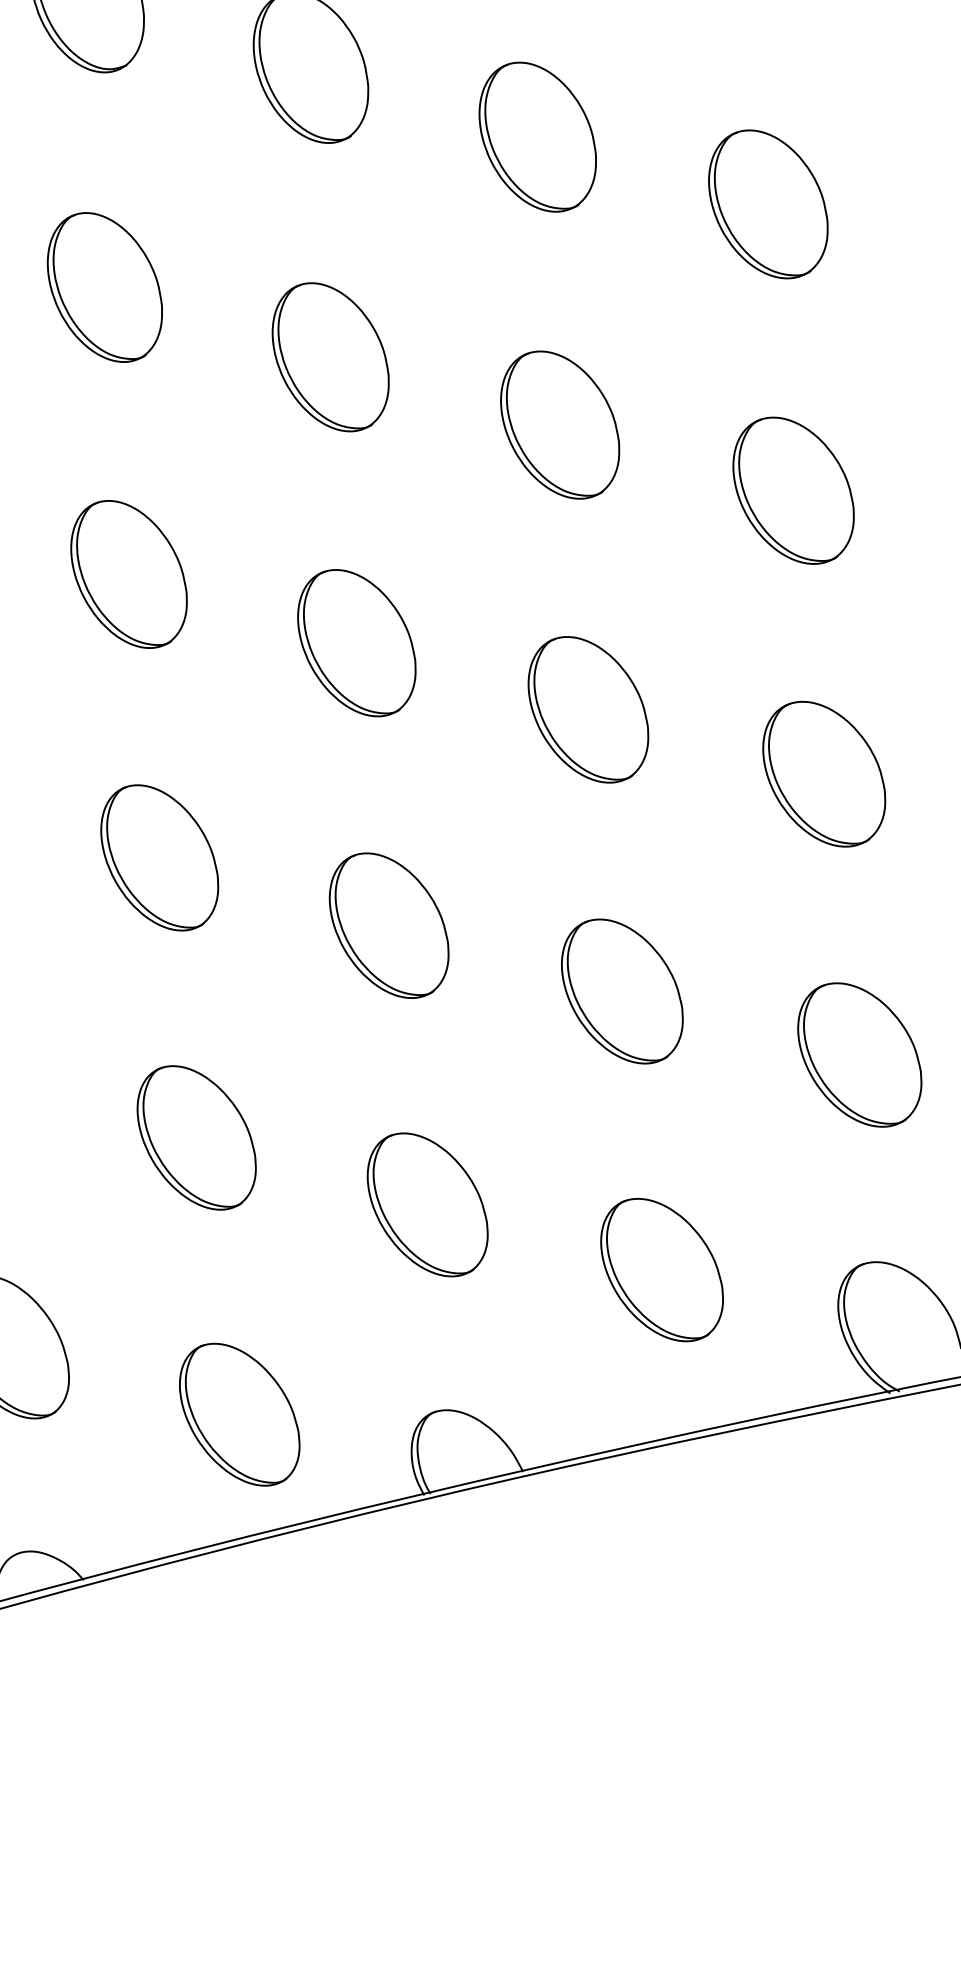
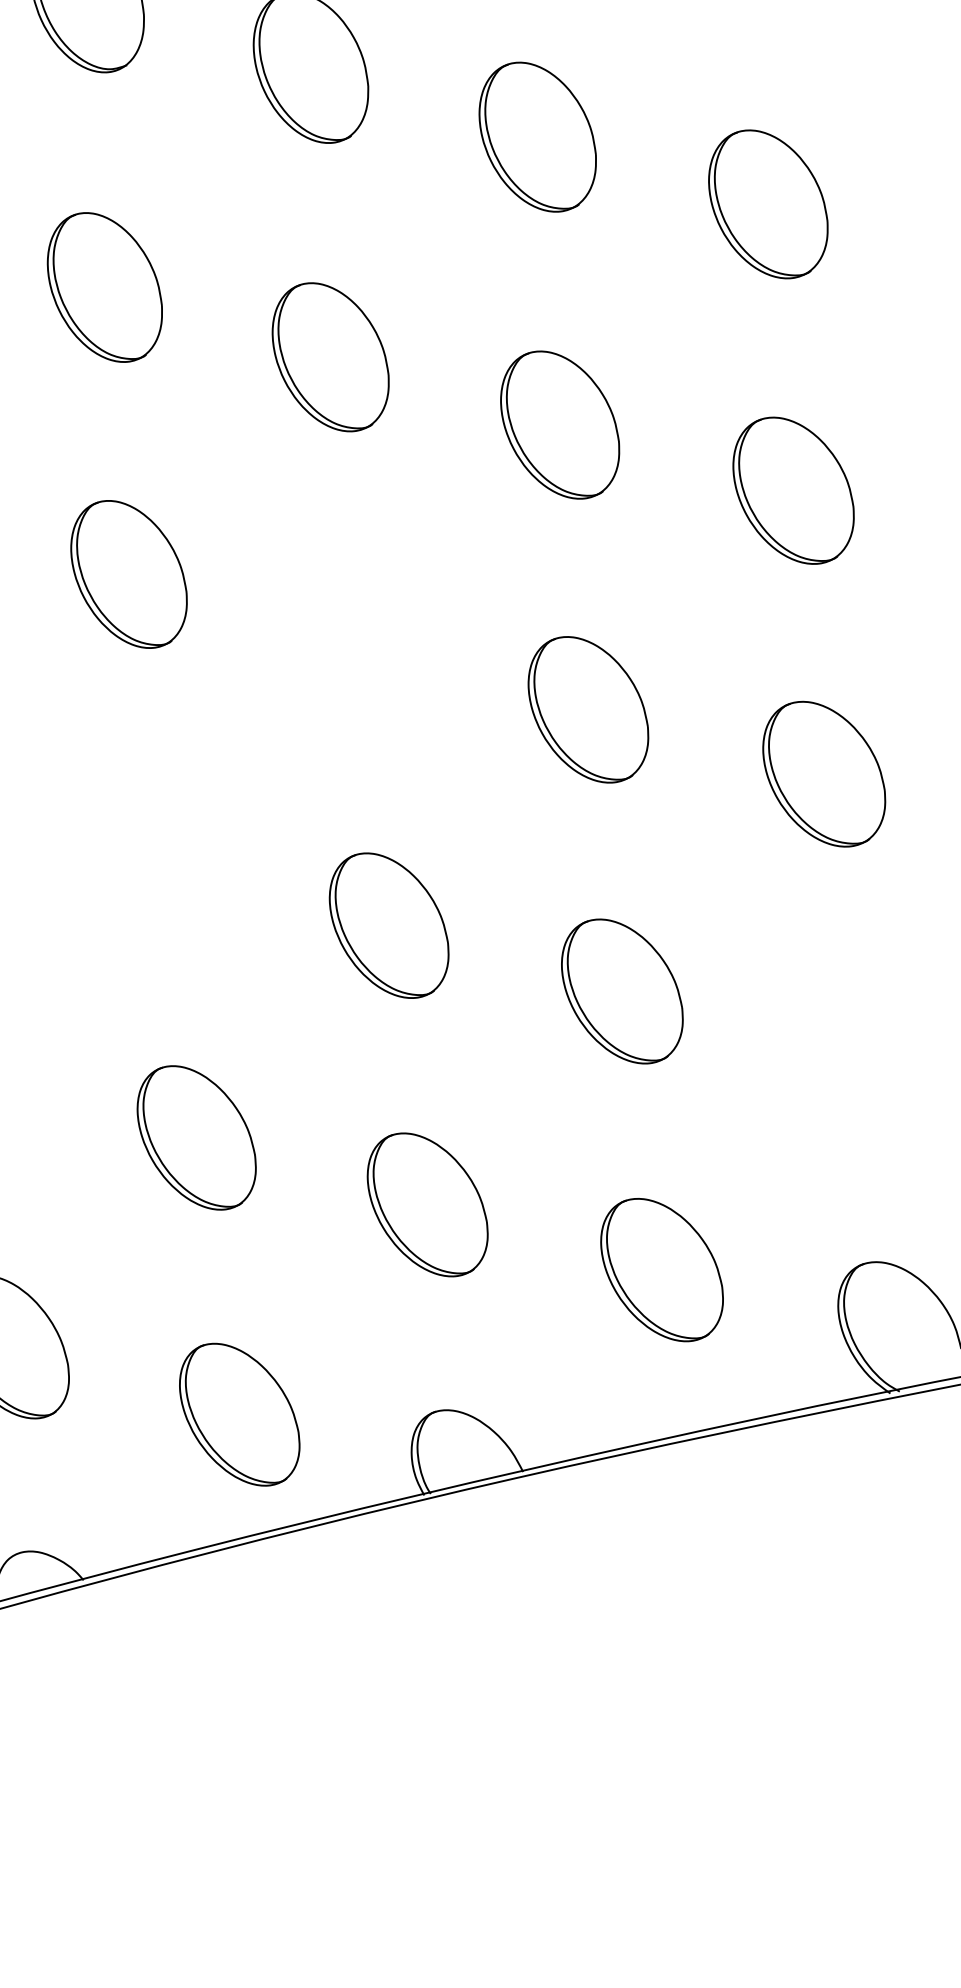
part at (356, 643): present -> none
part at (159, 857): present -> none
part at (859, 1054): present -> none
